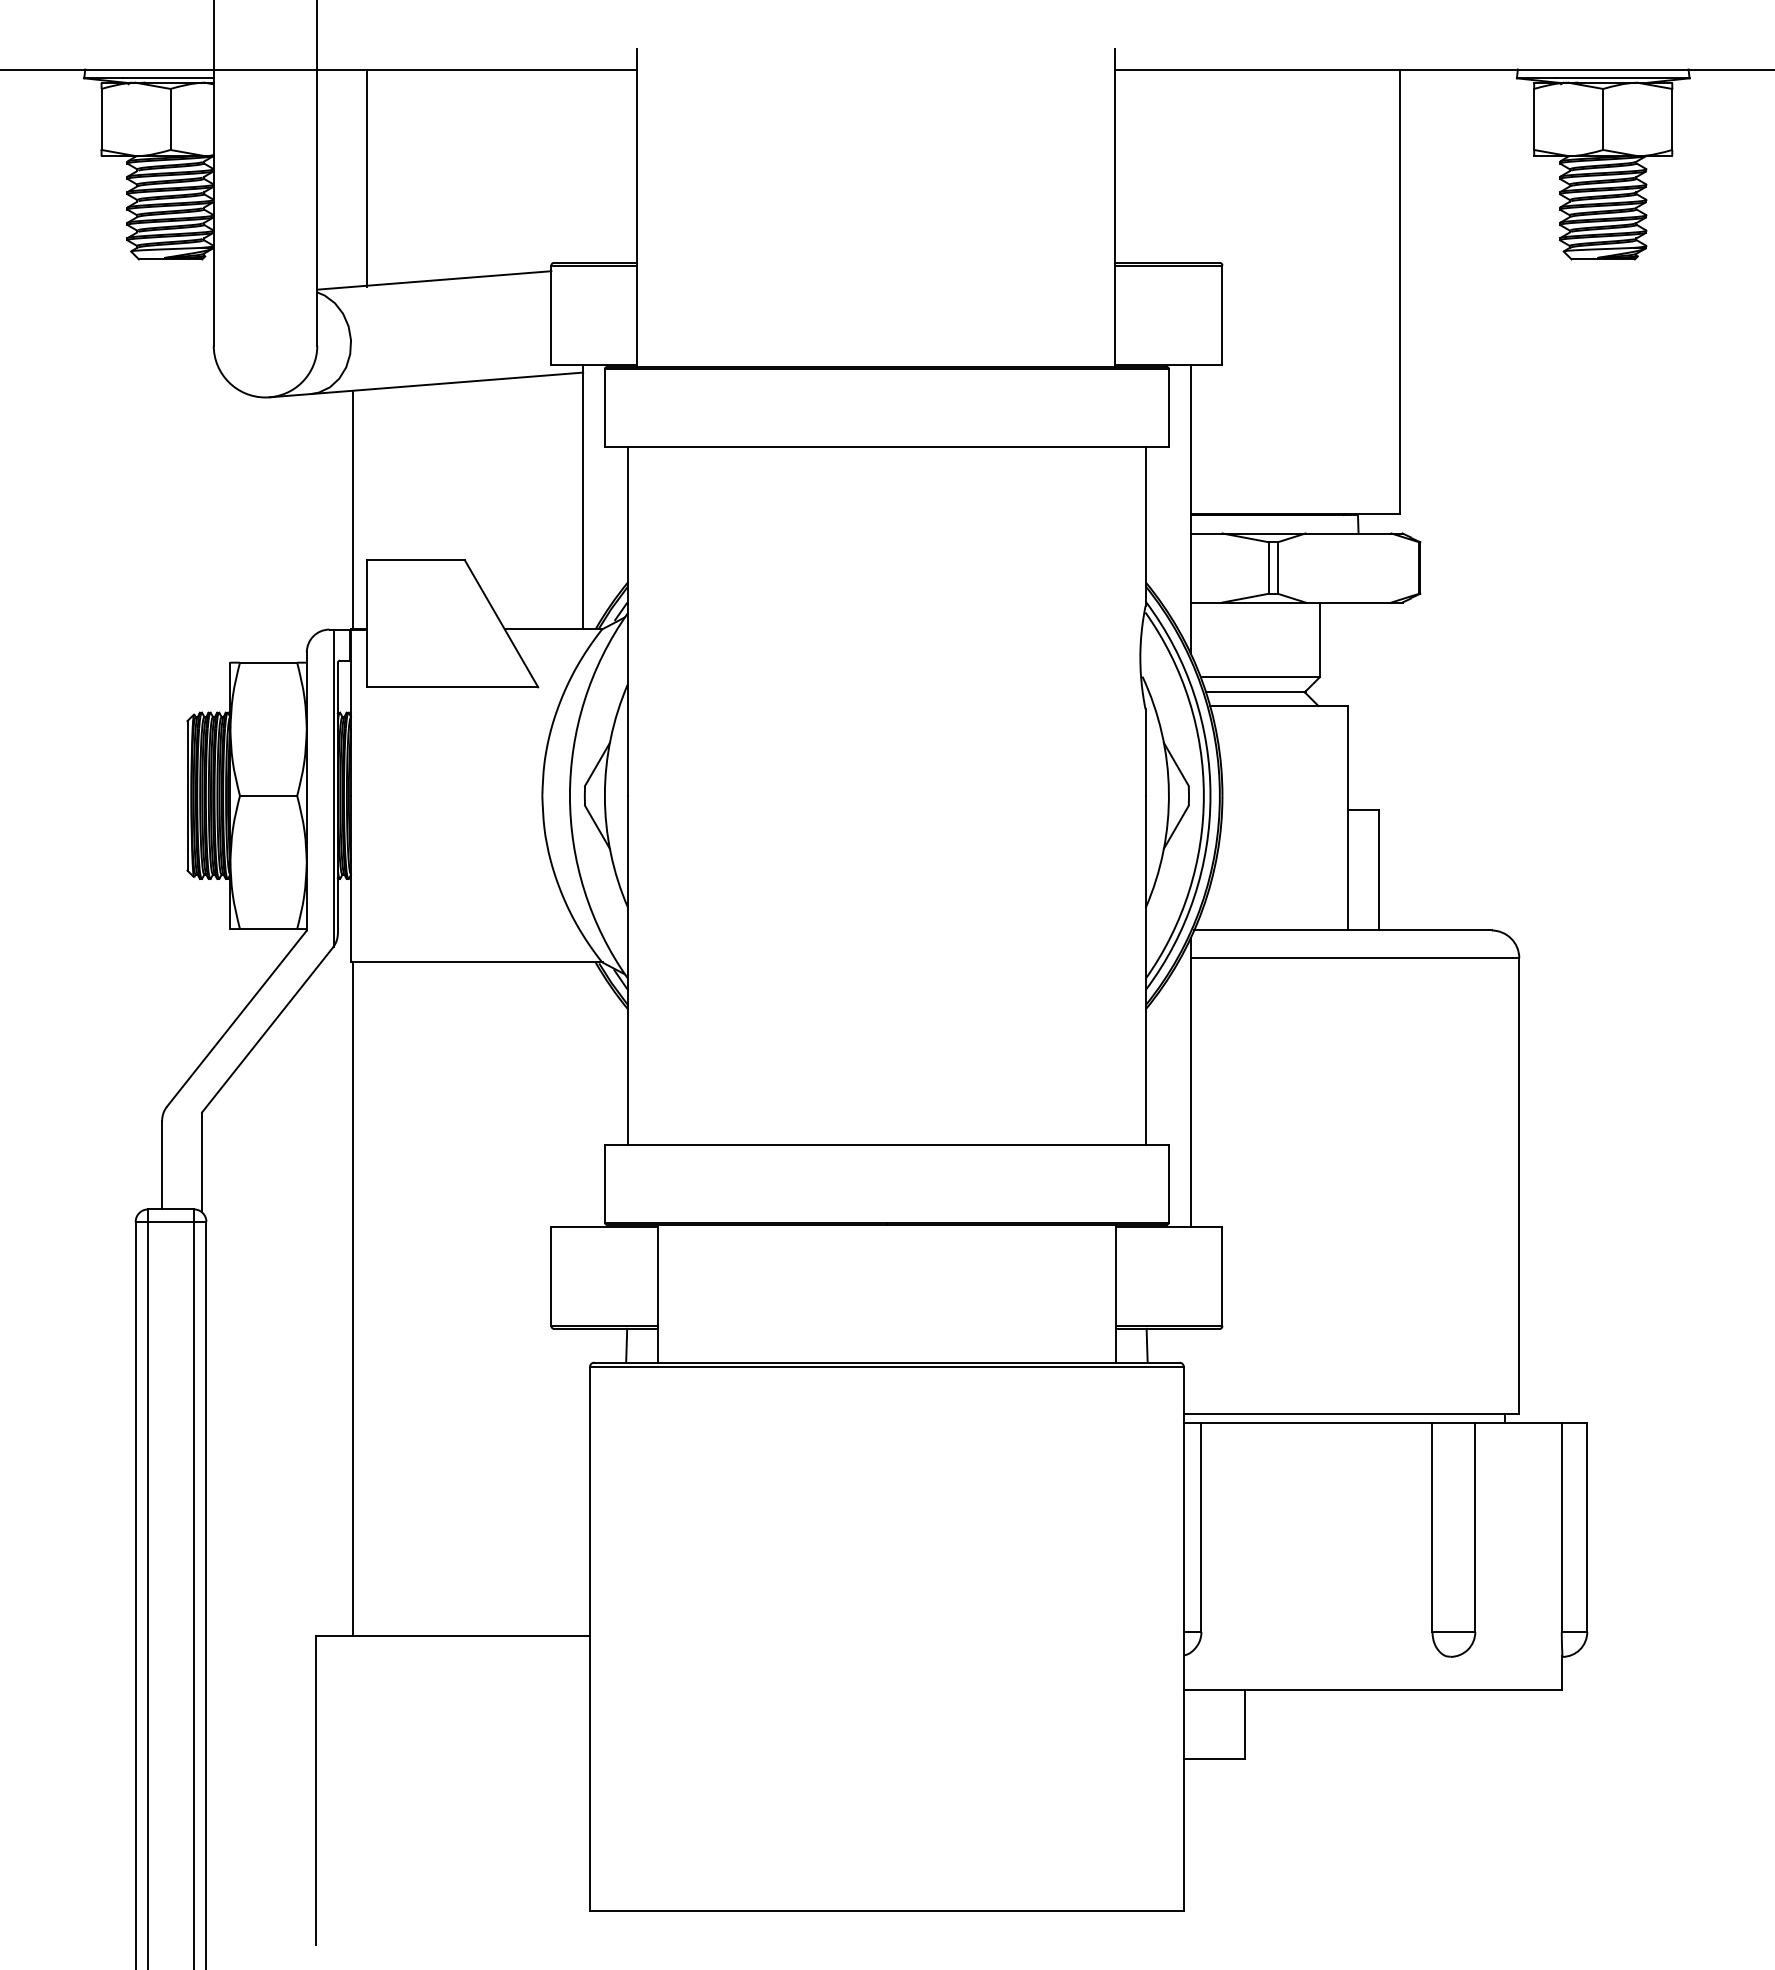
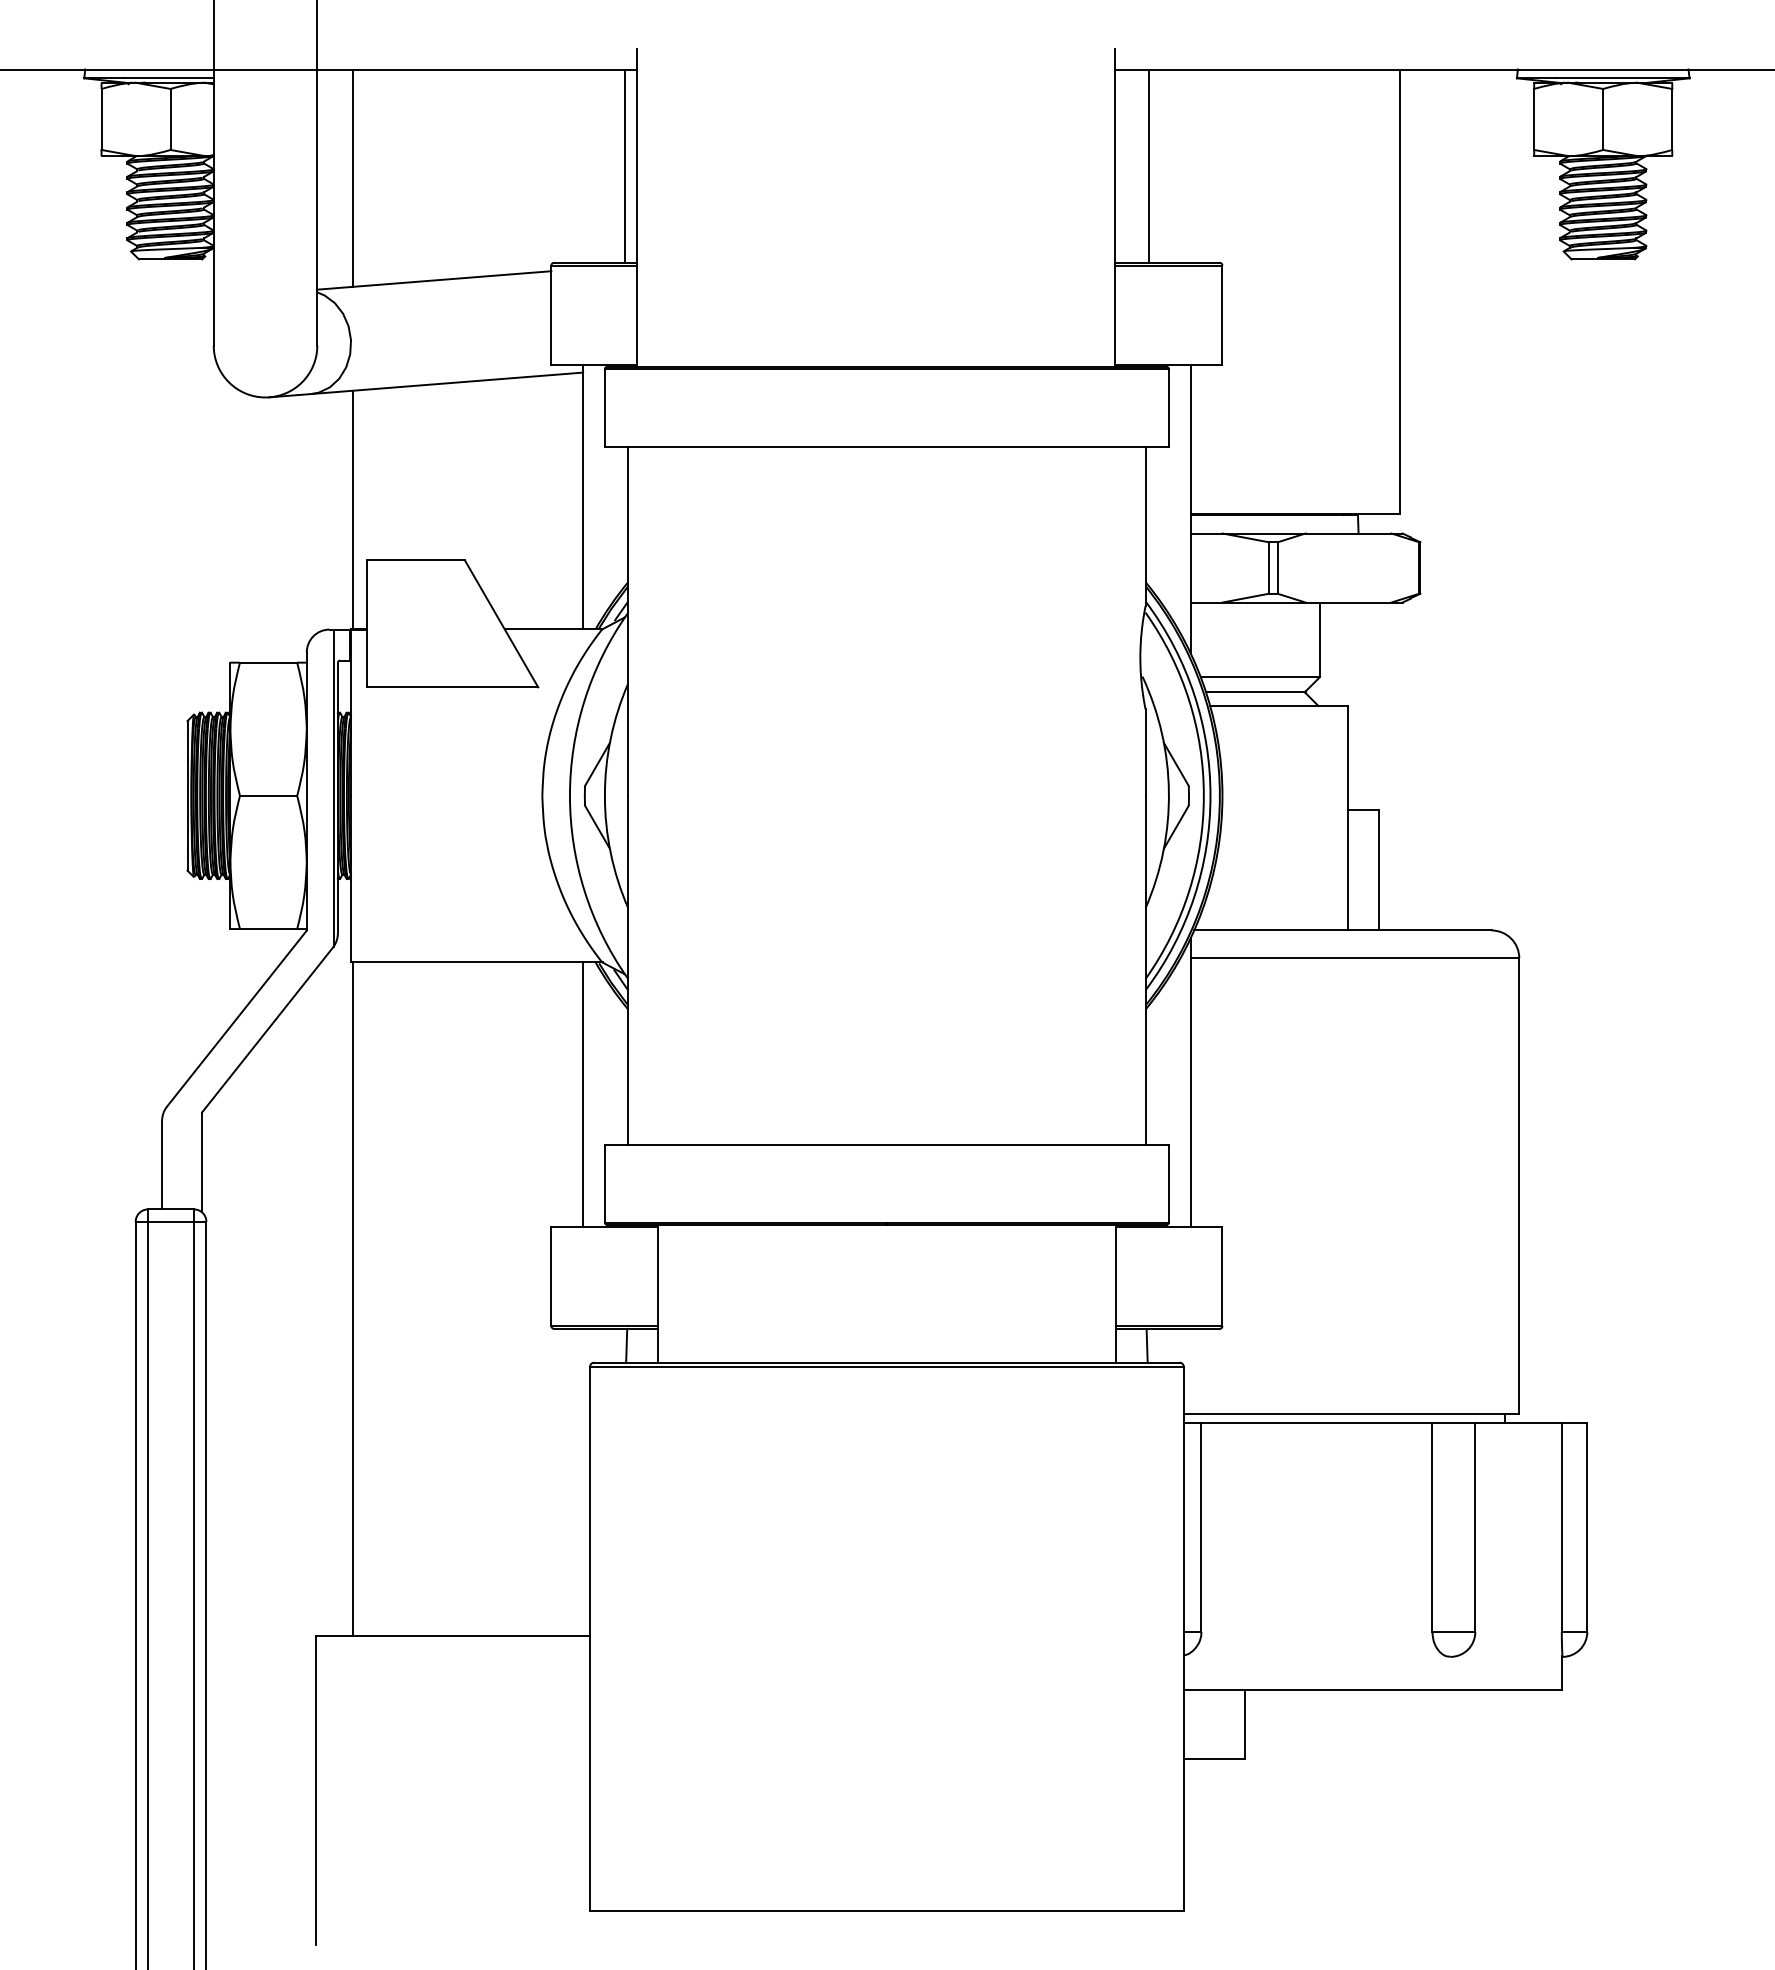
line at (624, 165): none -> present
line at (1149, 165): none -> present
line at (366, 177) position: (366, 177) -> (352, 177)
line at (583, 1094): none -> present
